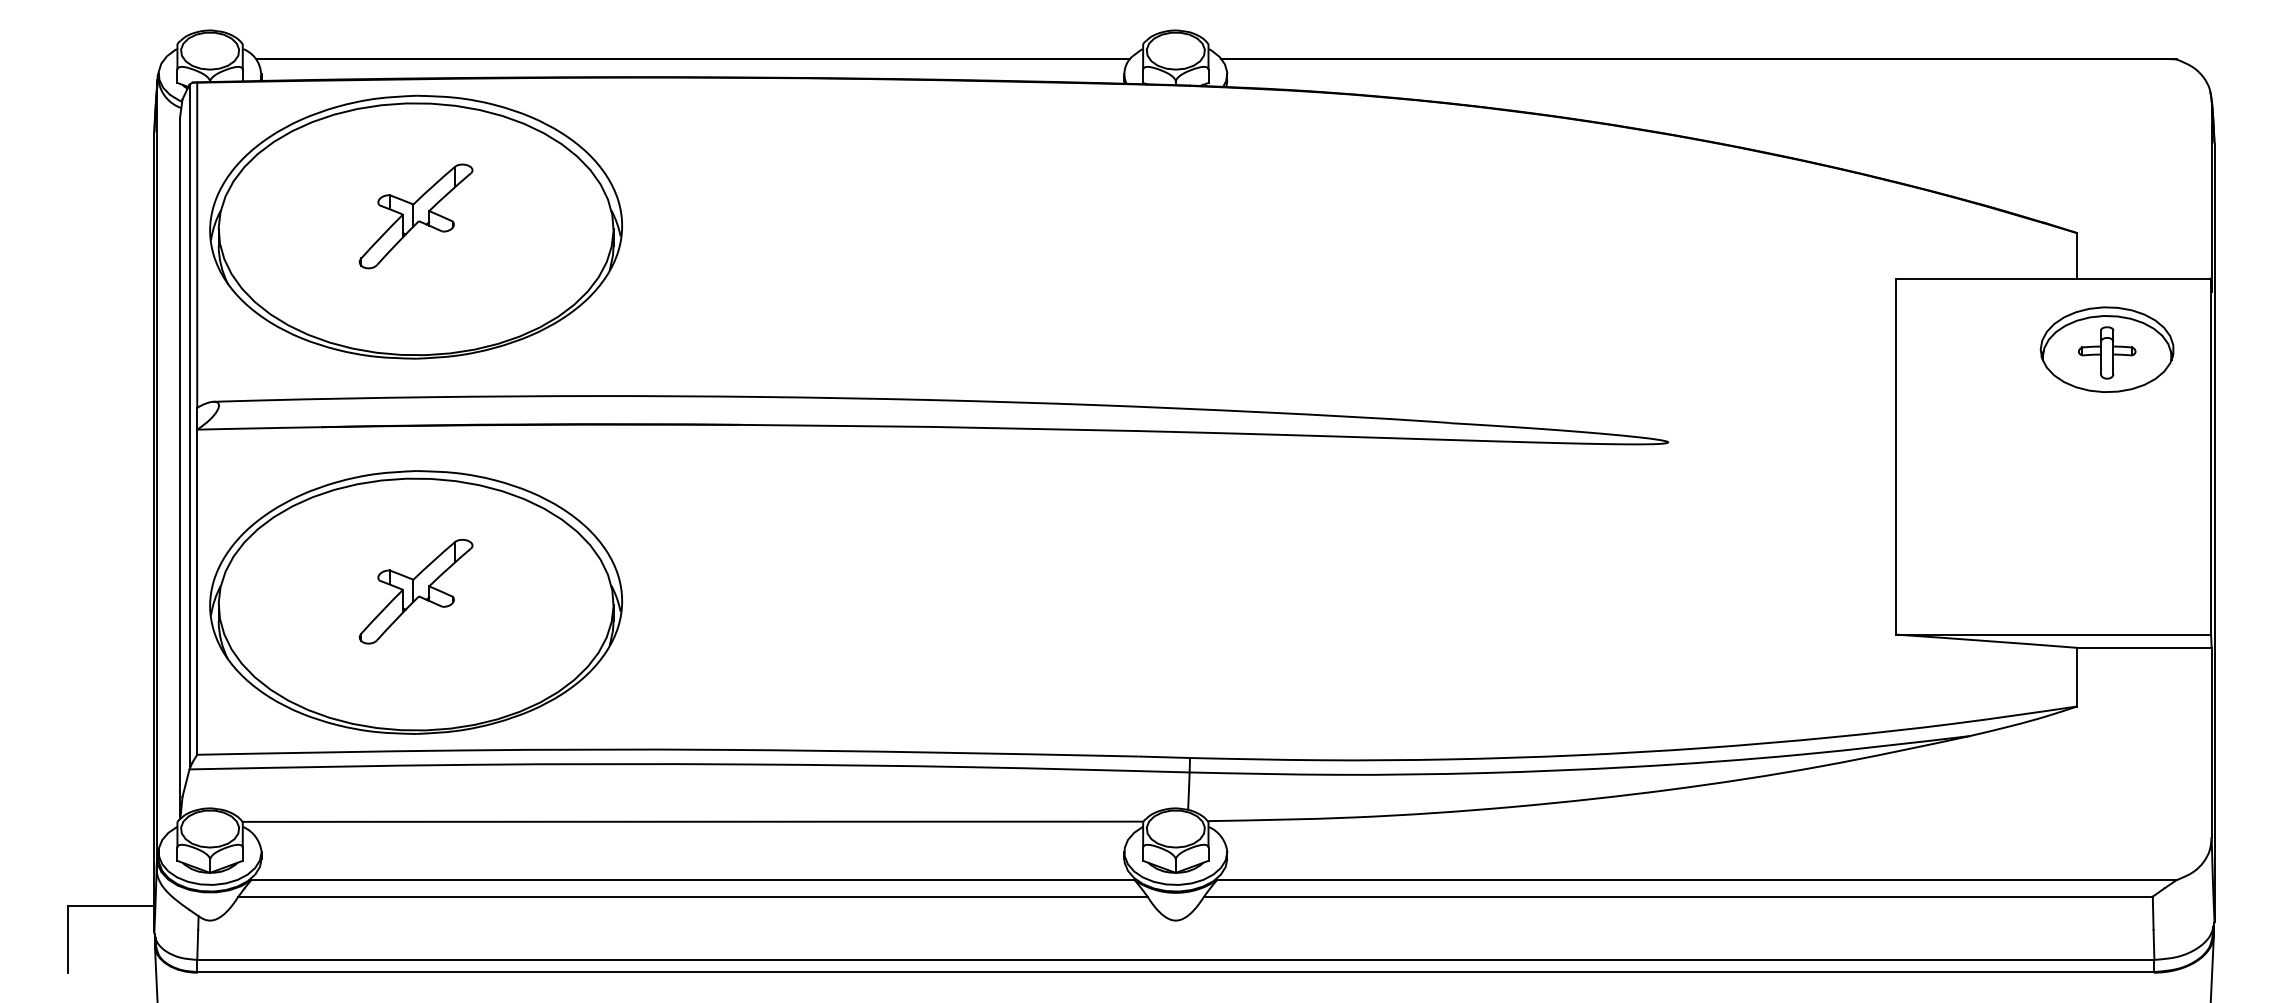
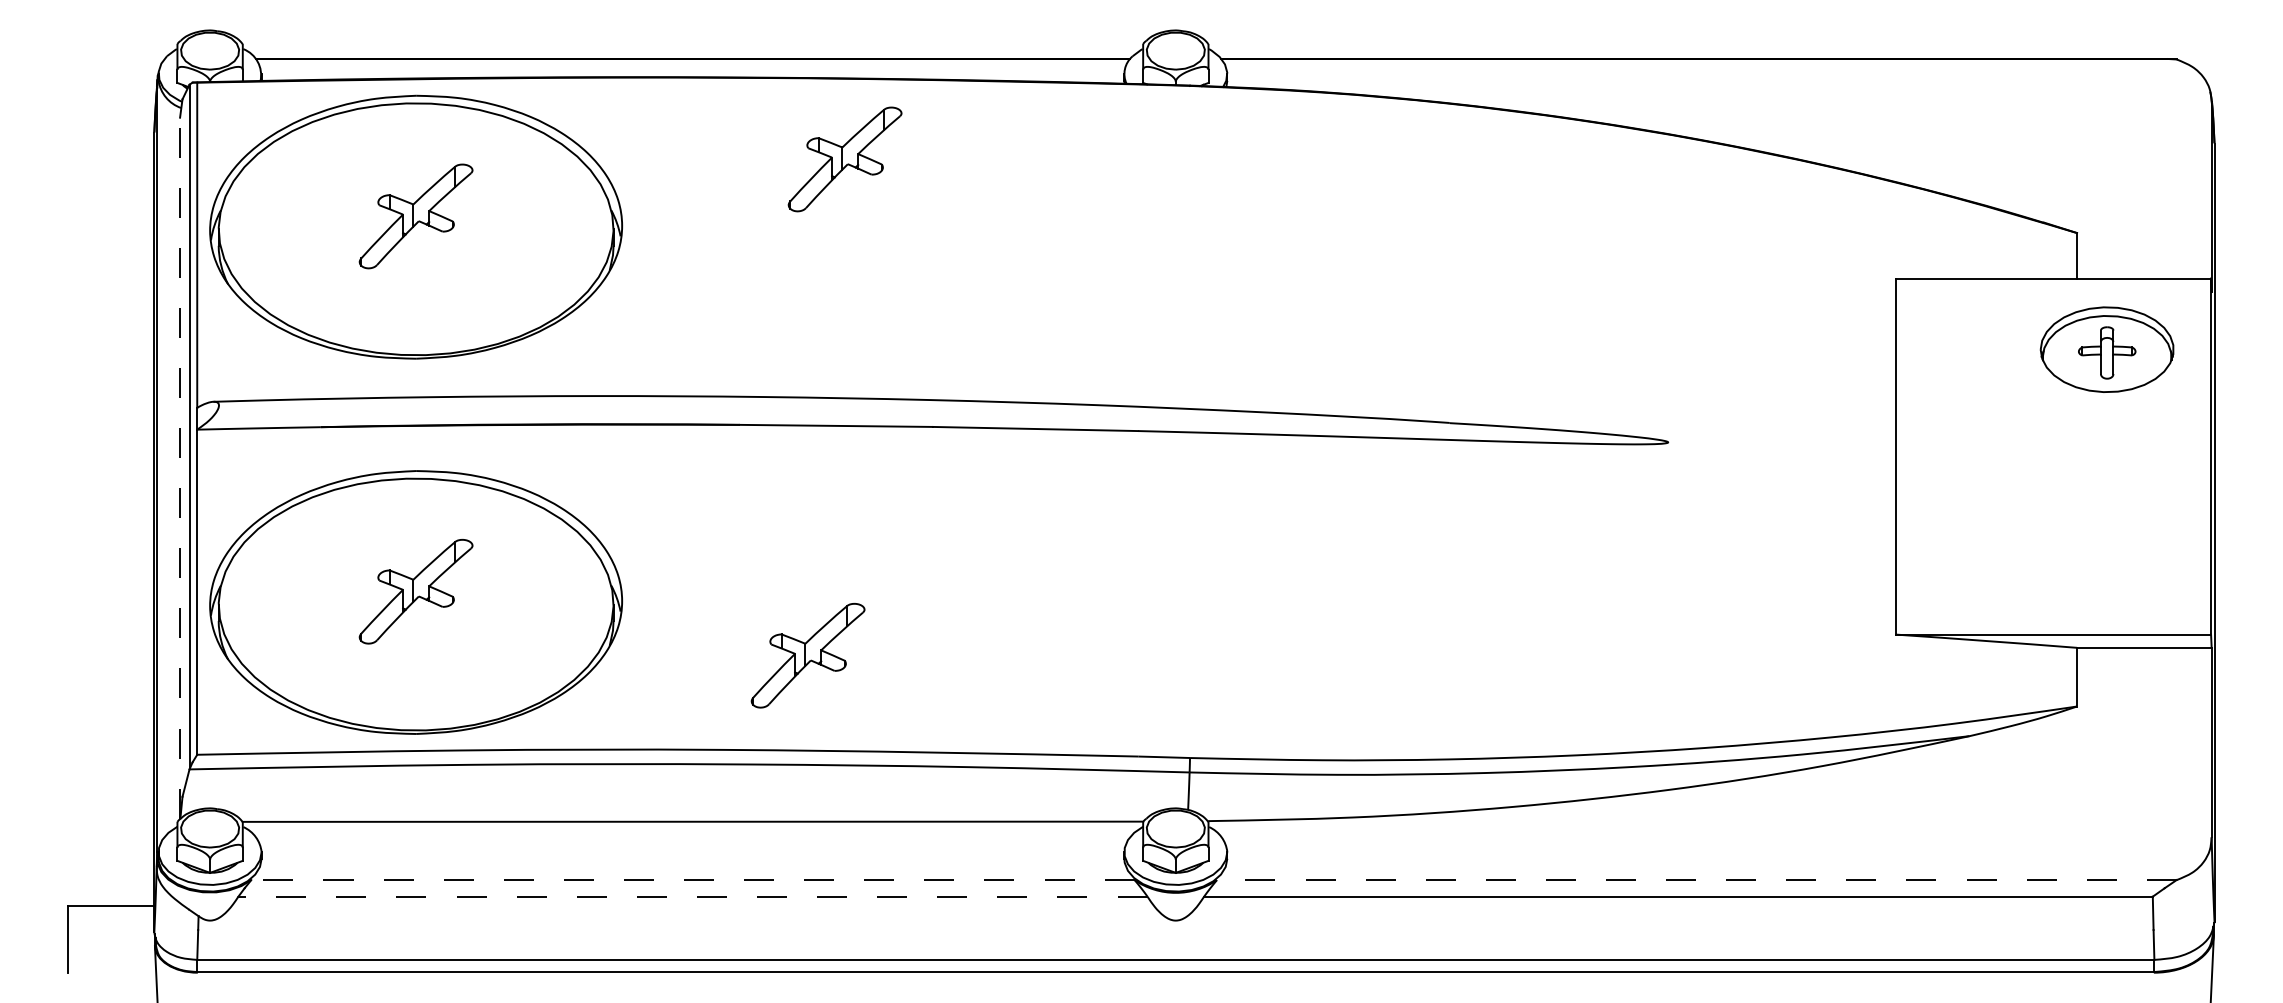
part at (844, 159): none -> present
line at (180, 467): solid -> dashed
part at (807, 655): none -> present
line at (692, 880): solid -> dashed
line at (1696, 880): solid -> dashed
line at (692, 896): solid -> dashed
